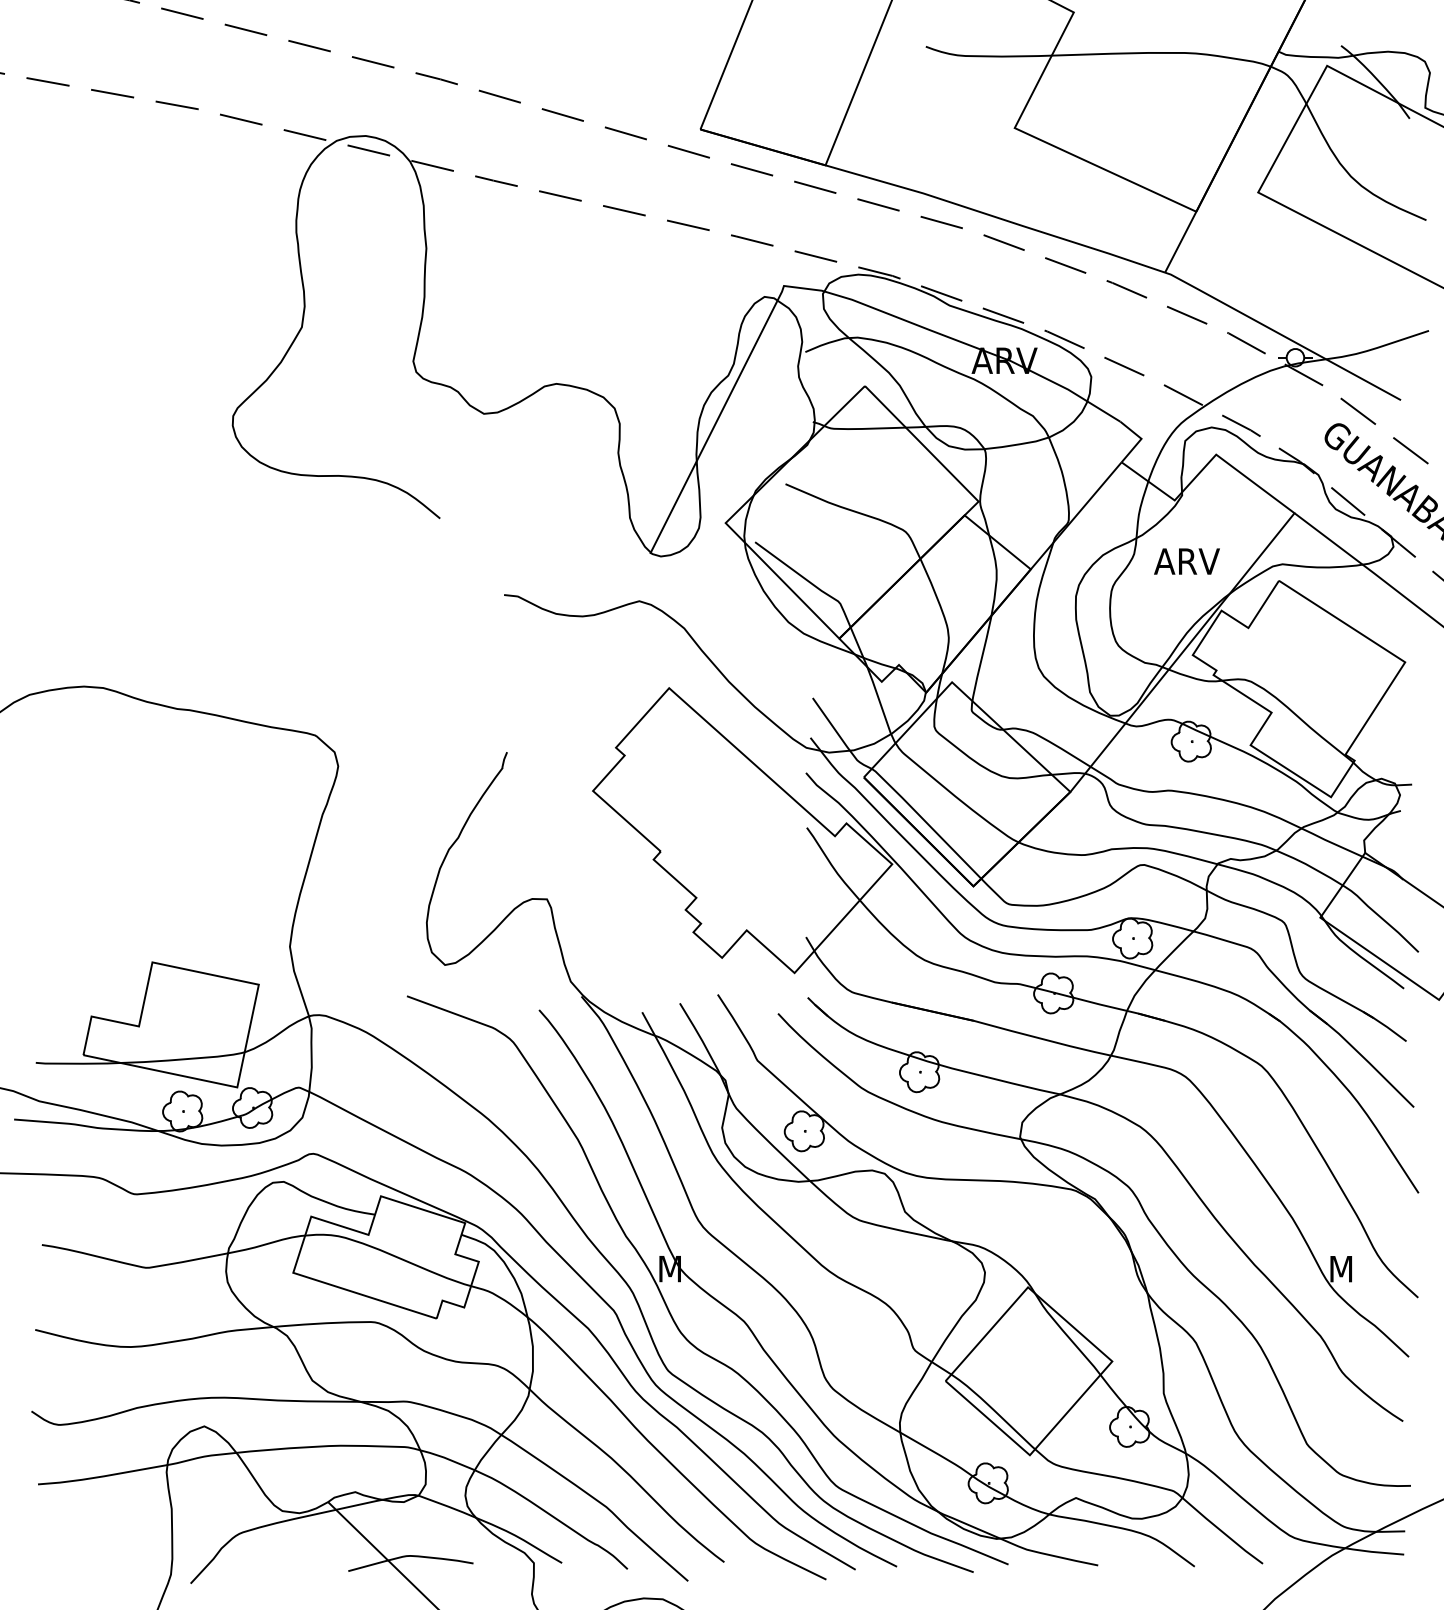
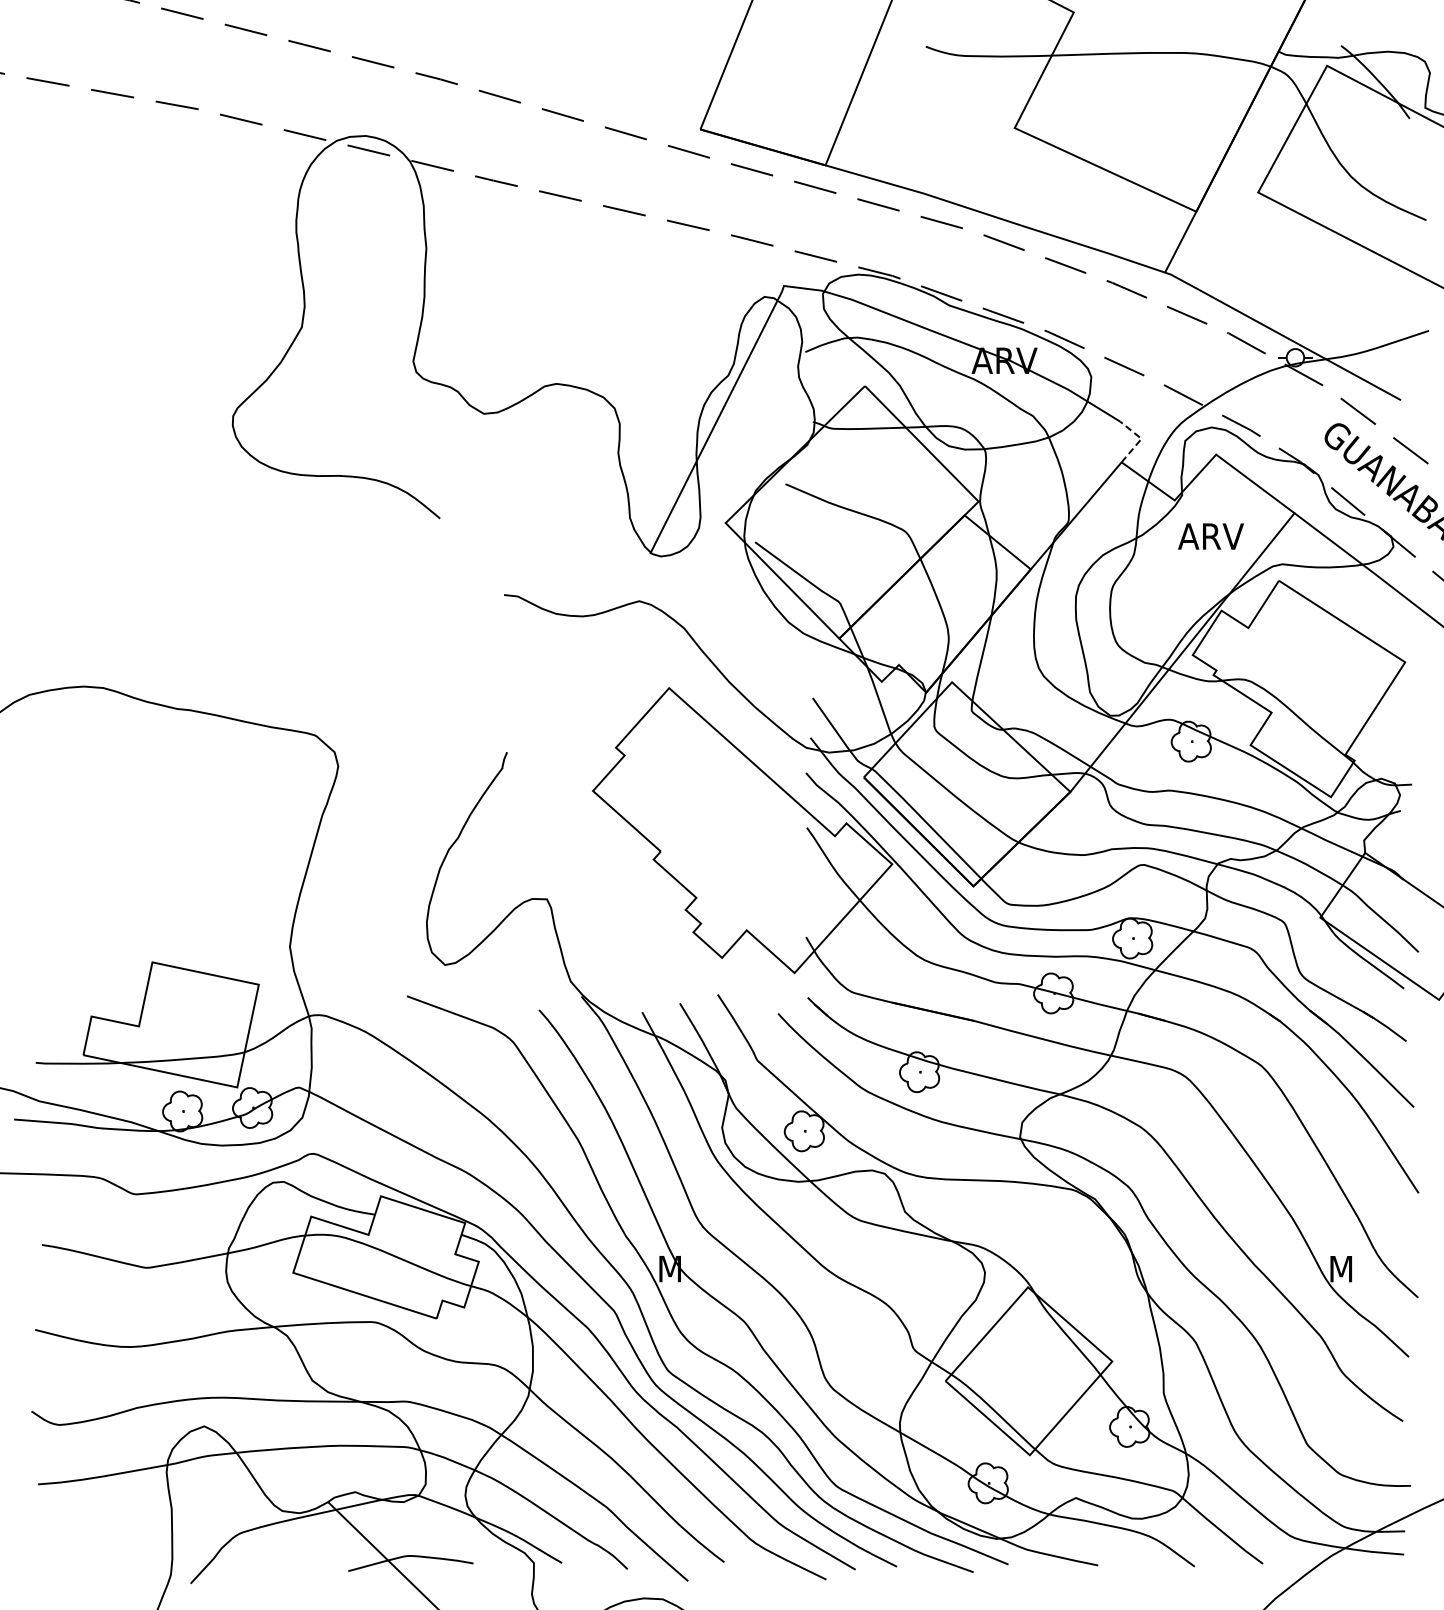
line at (1140, 439): solid -> dashed
text at (1186, 561) position: (1186, 561) -> (1210, 536)
